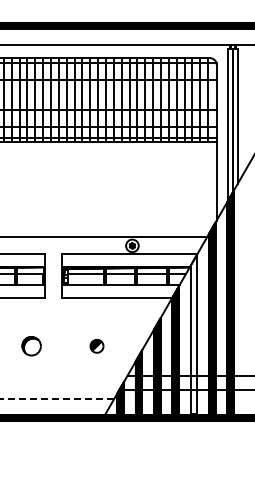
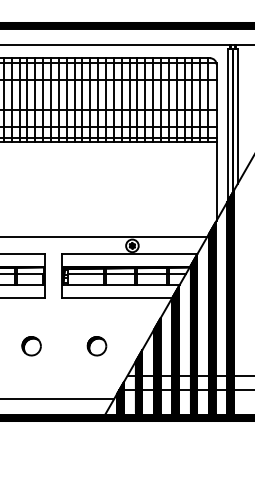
hatch at (193, 333): none -> present
part at (96, 345) size: 16x16 px -> 22x21 px
line at (57, 398): dashed -> solid
